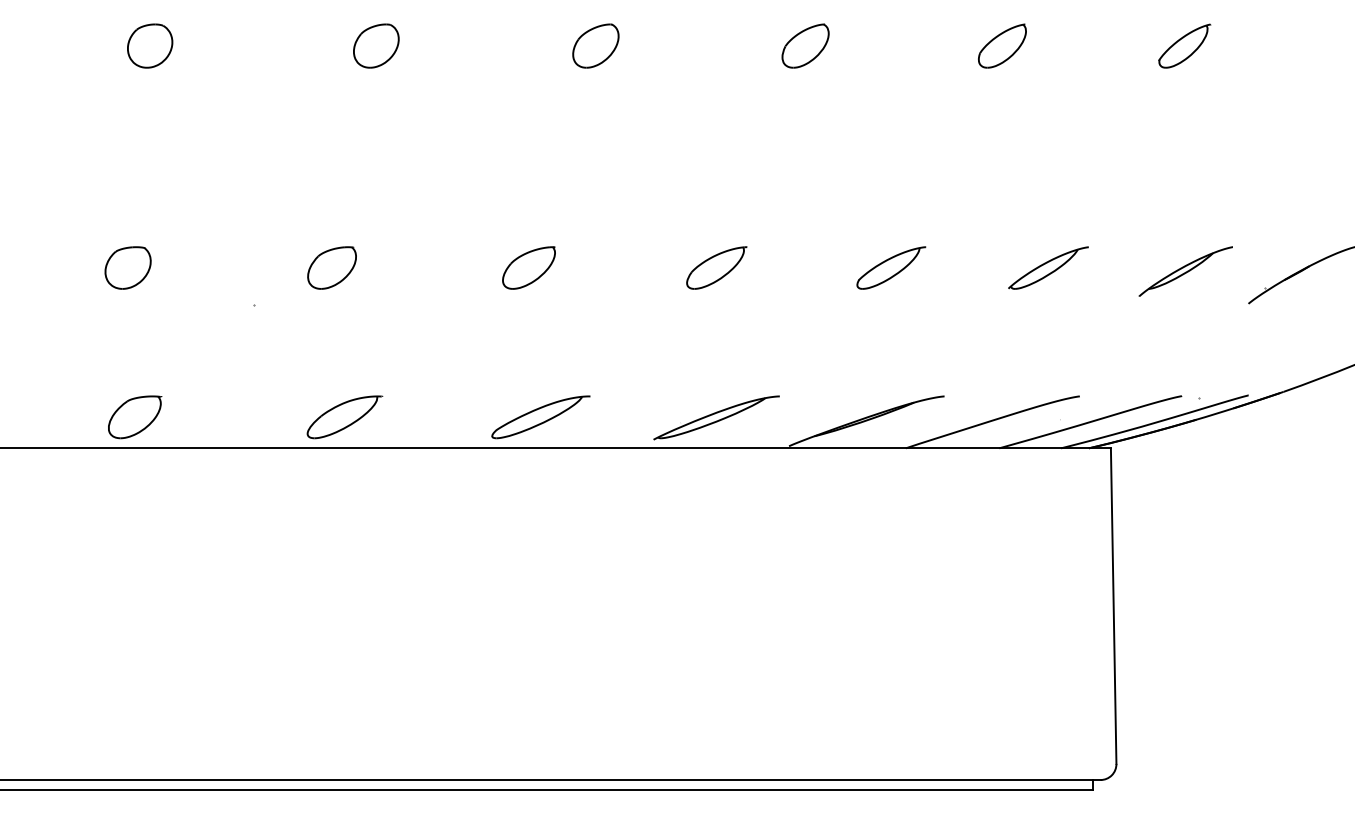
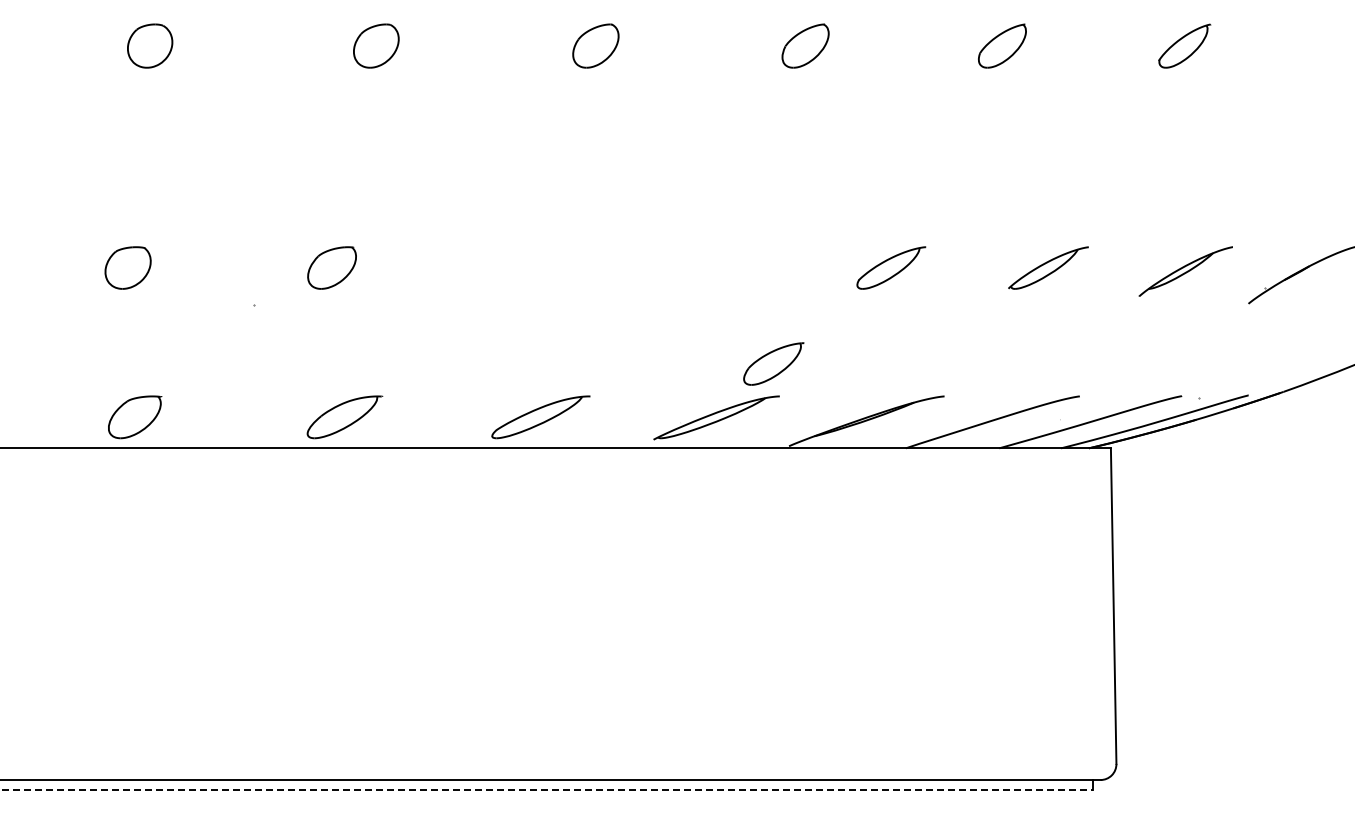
part at (528, 267): present -> none
part at (716, 267) position: (716, 267) -> (773, 363)
line at (547, 789): solid -> dashed
